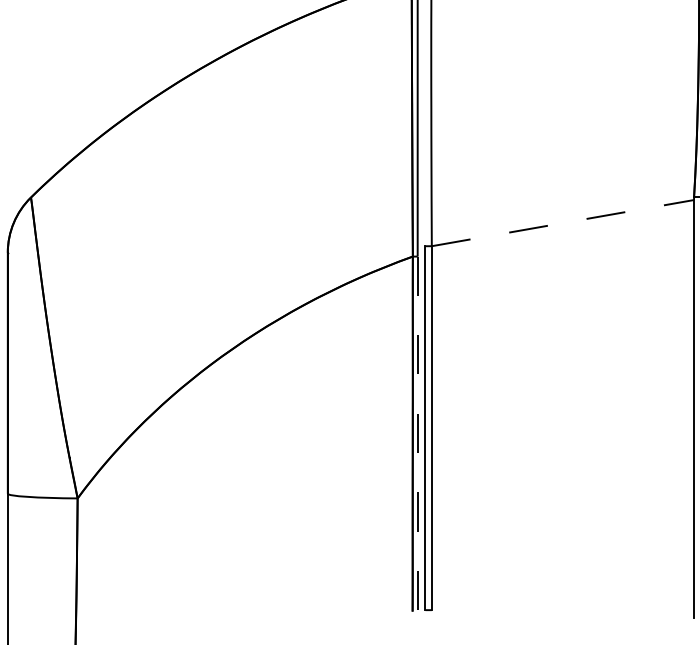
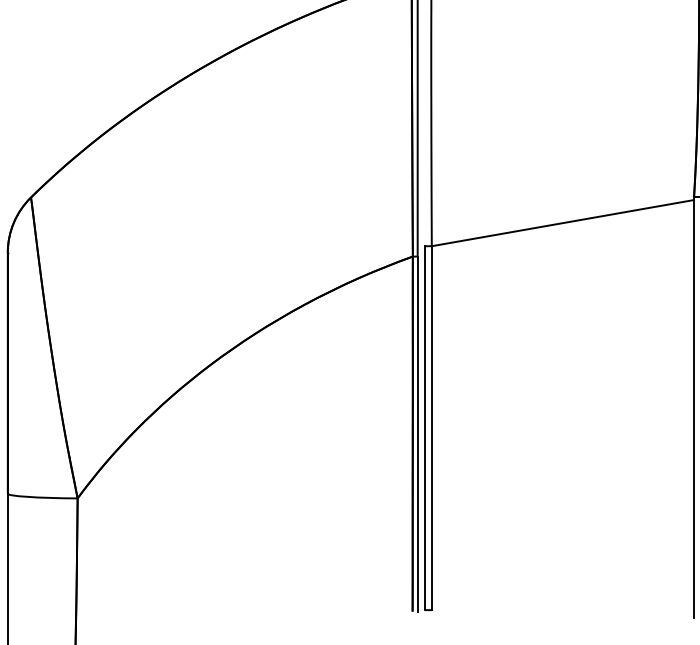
line at (563, 223): dashed -> solid
line at (417, 434): dashed -> solid
